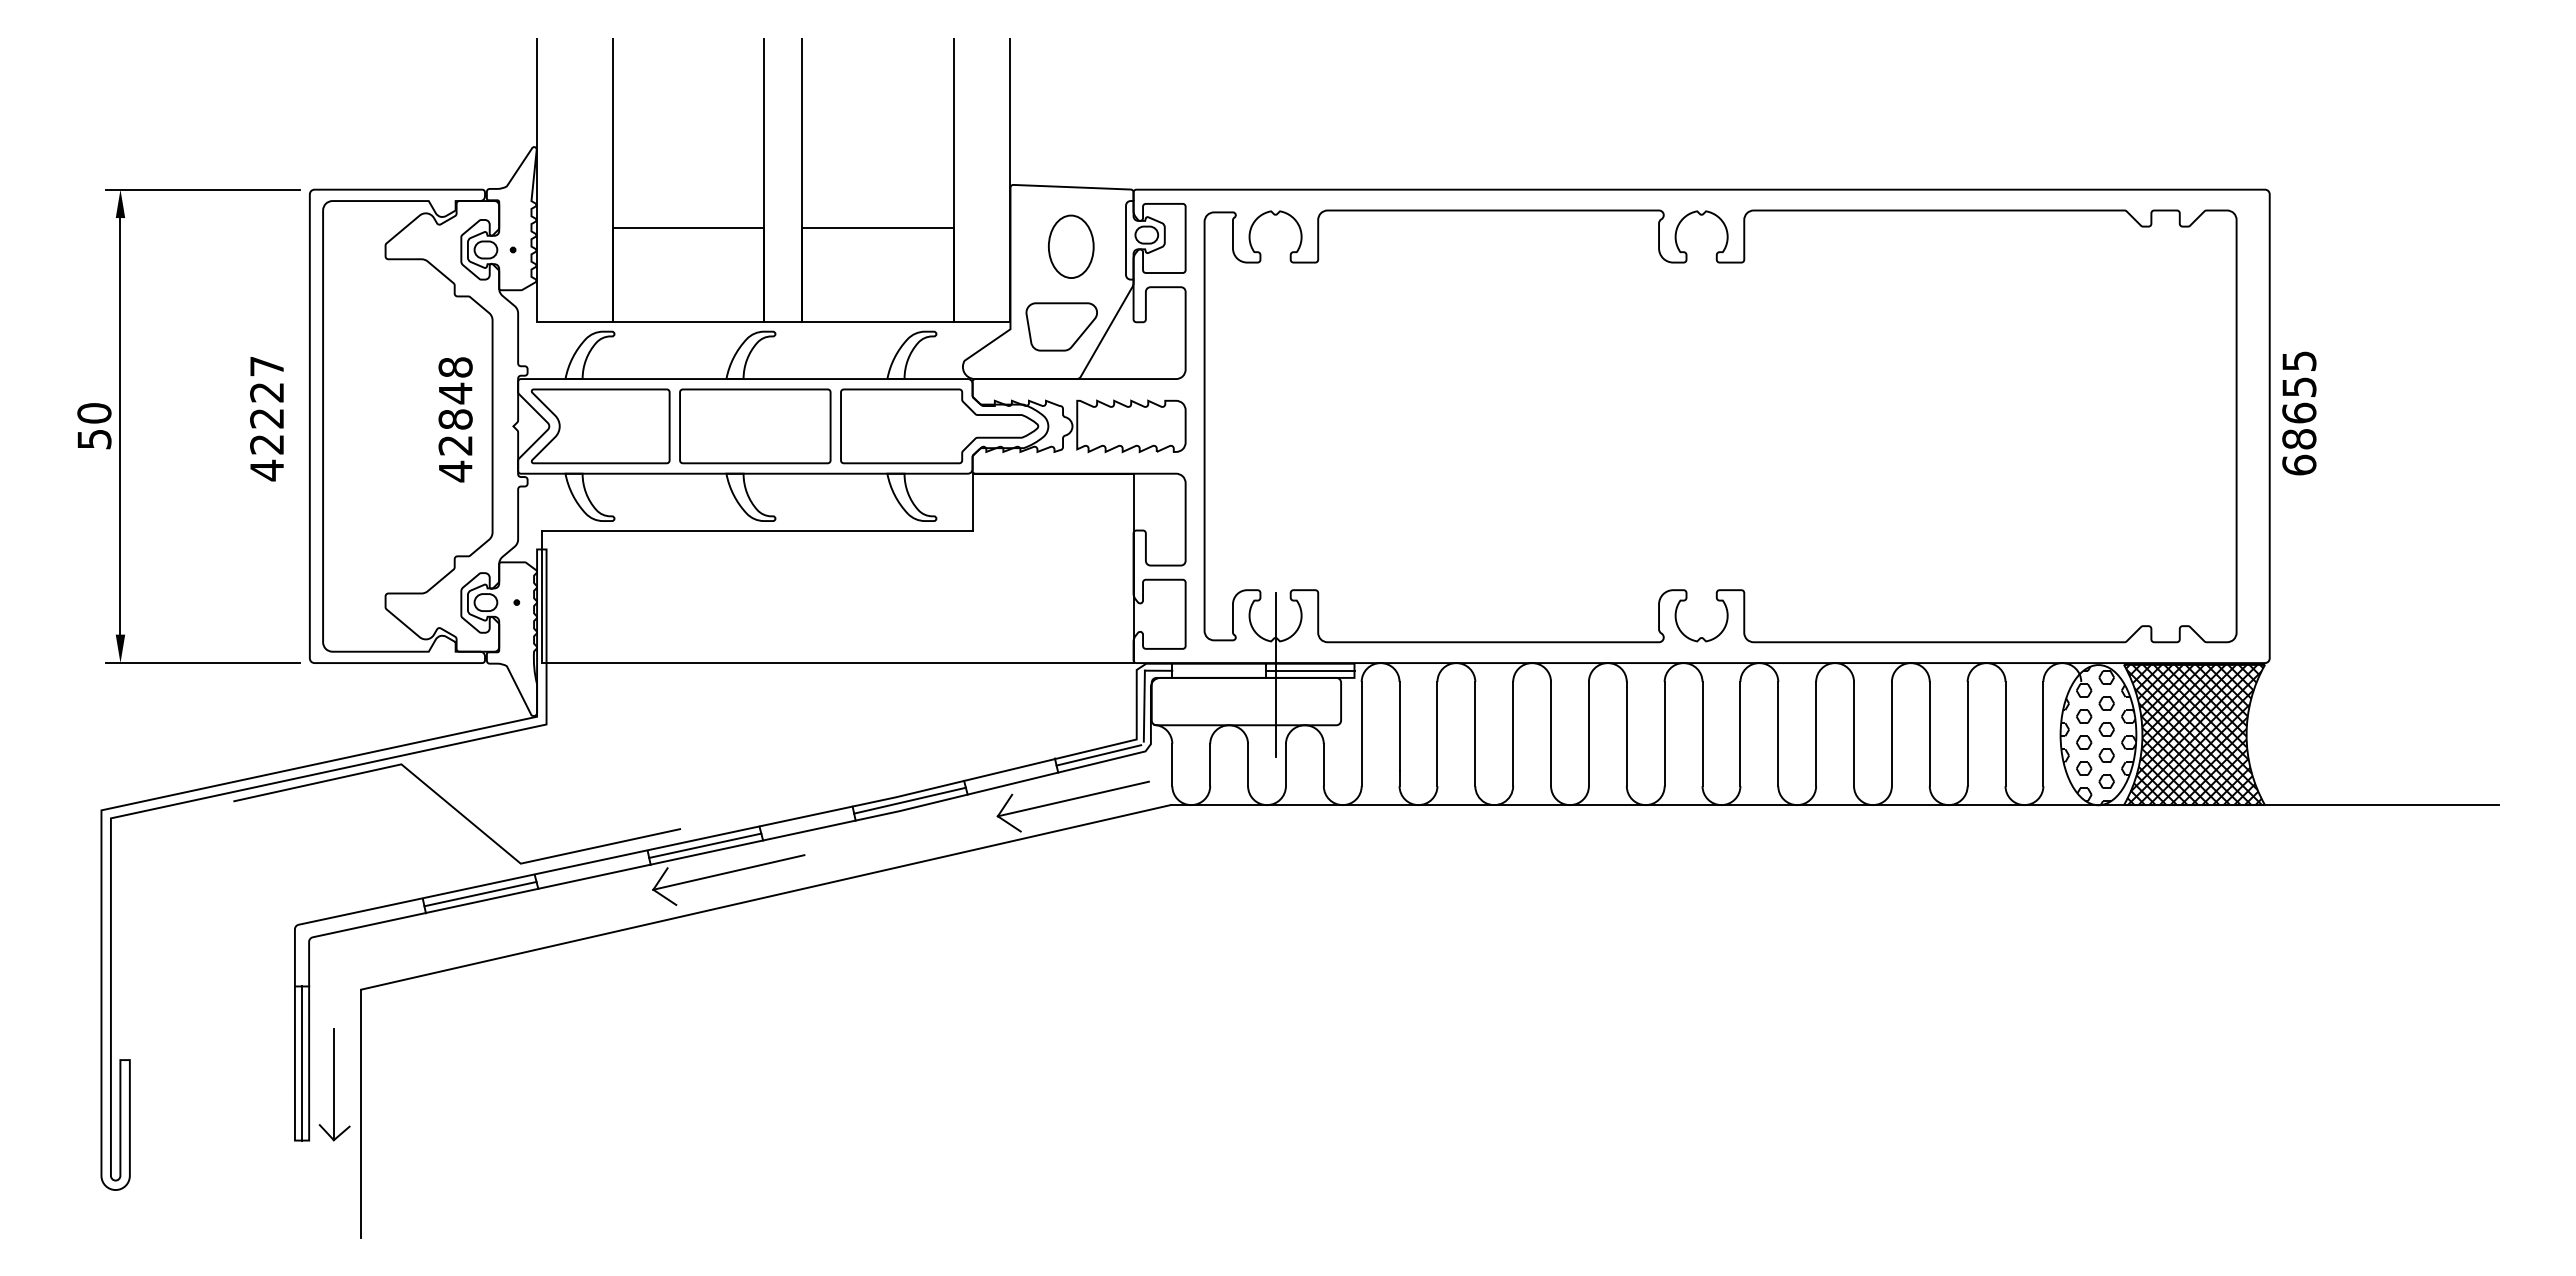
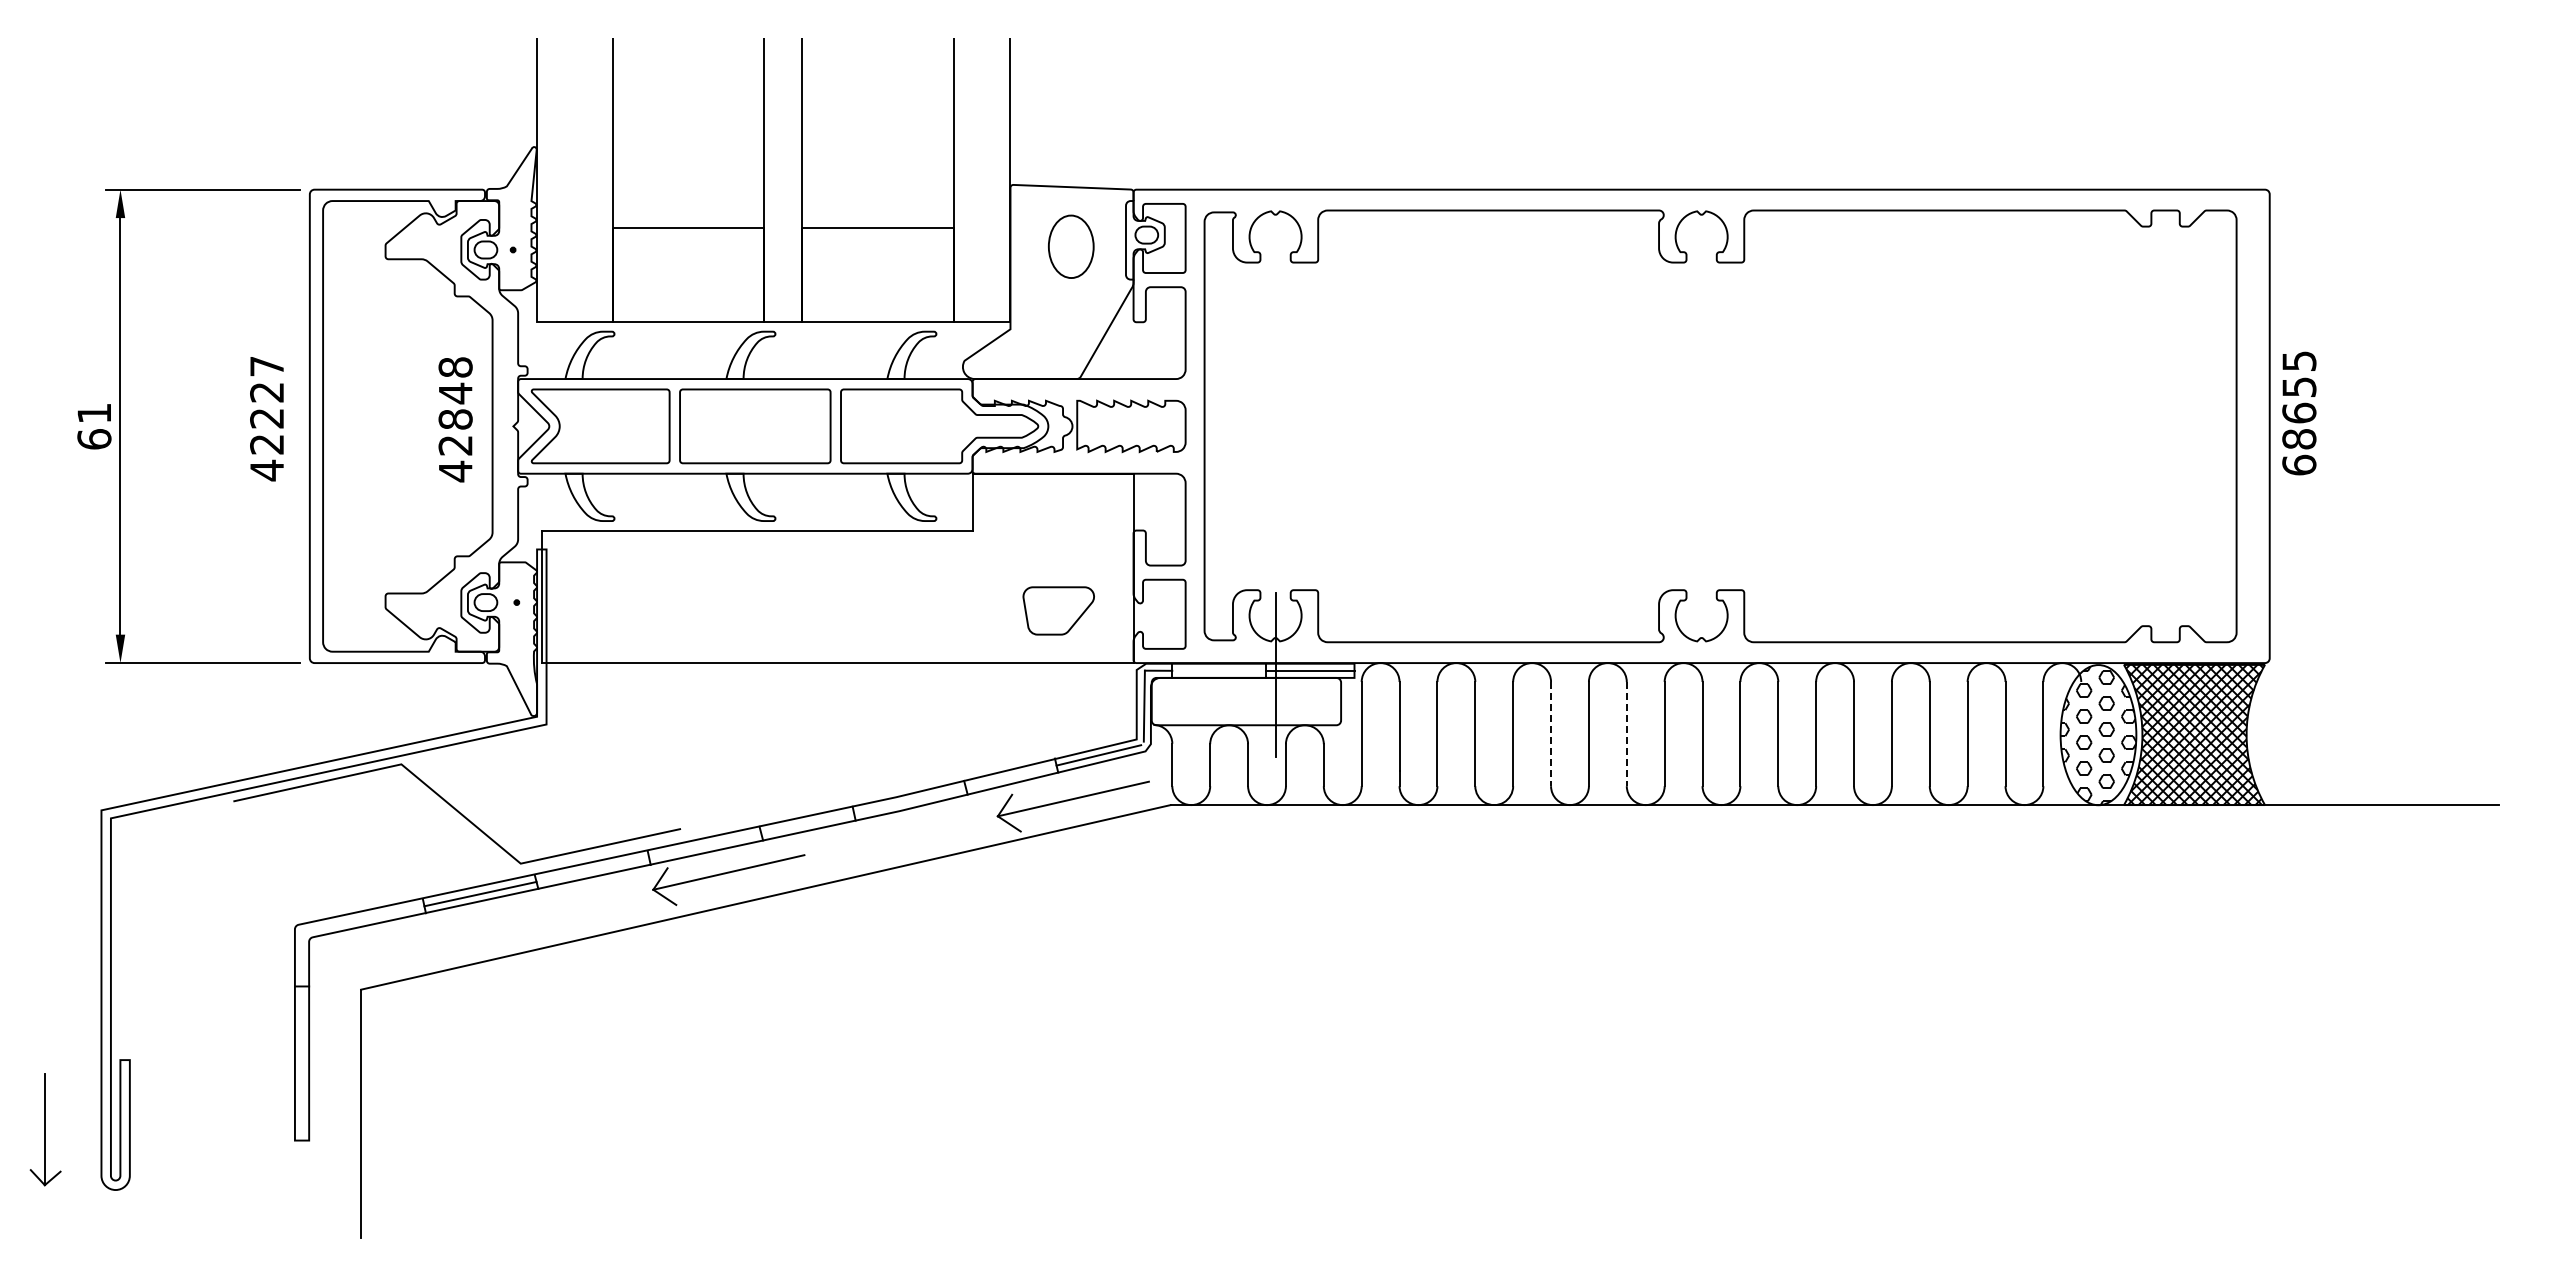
part at (1061, 326) position: (1061, 326) -> (1058, 610)
text at (94, 426): 50 -> 61
line at (1551, 734): solid -> dashed
line at (1626, 734): solid -> dashed
line at (909, 800): present -> none
line at (705, 845): present -> none
line at (302, 1063): present -> none
part at (334, 1084) position: (334, 1084) -> (45, 1129)
